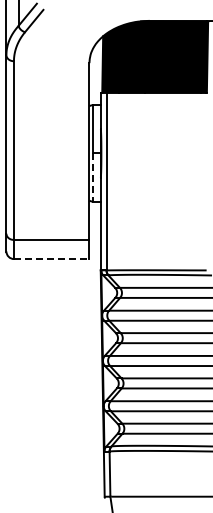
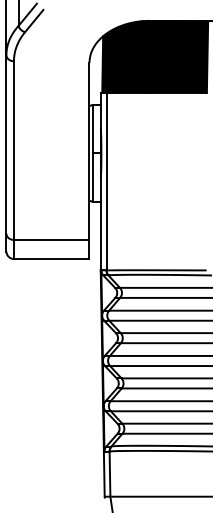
line at (93, 178): dashed -> solid
line at (51, 259): dashed -> solid
